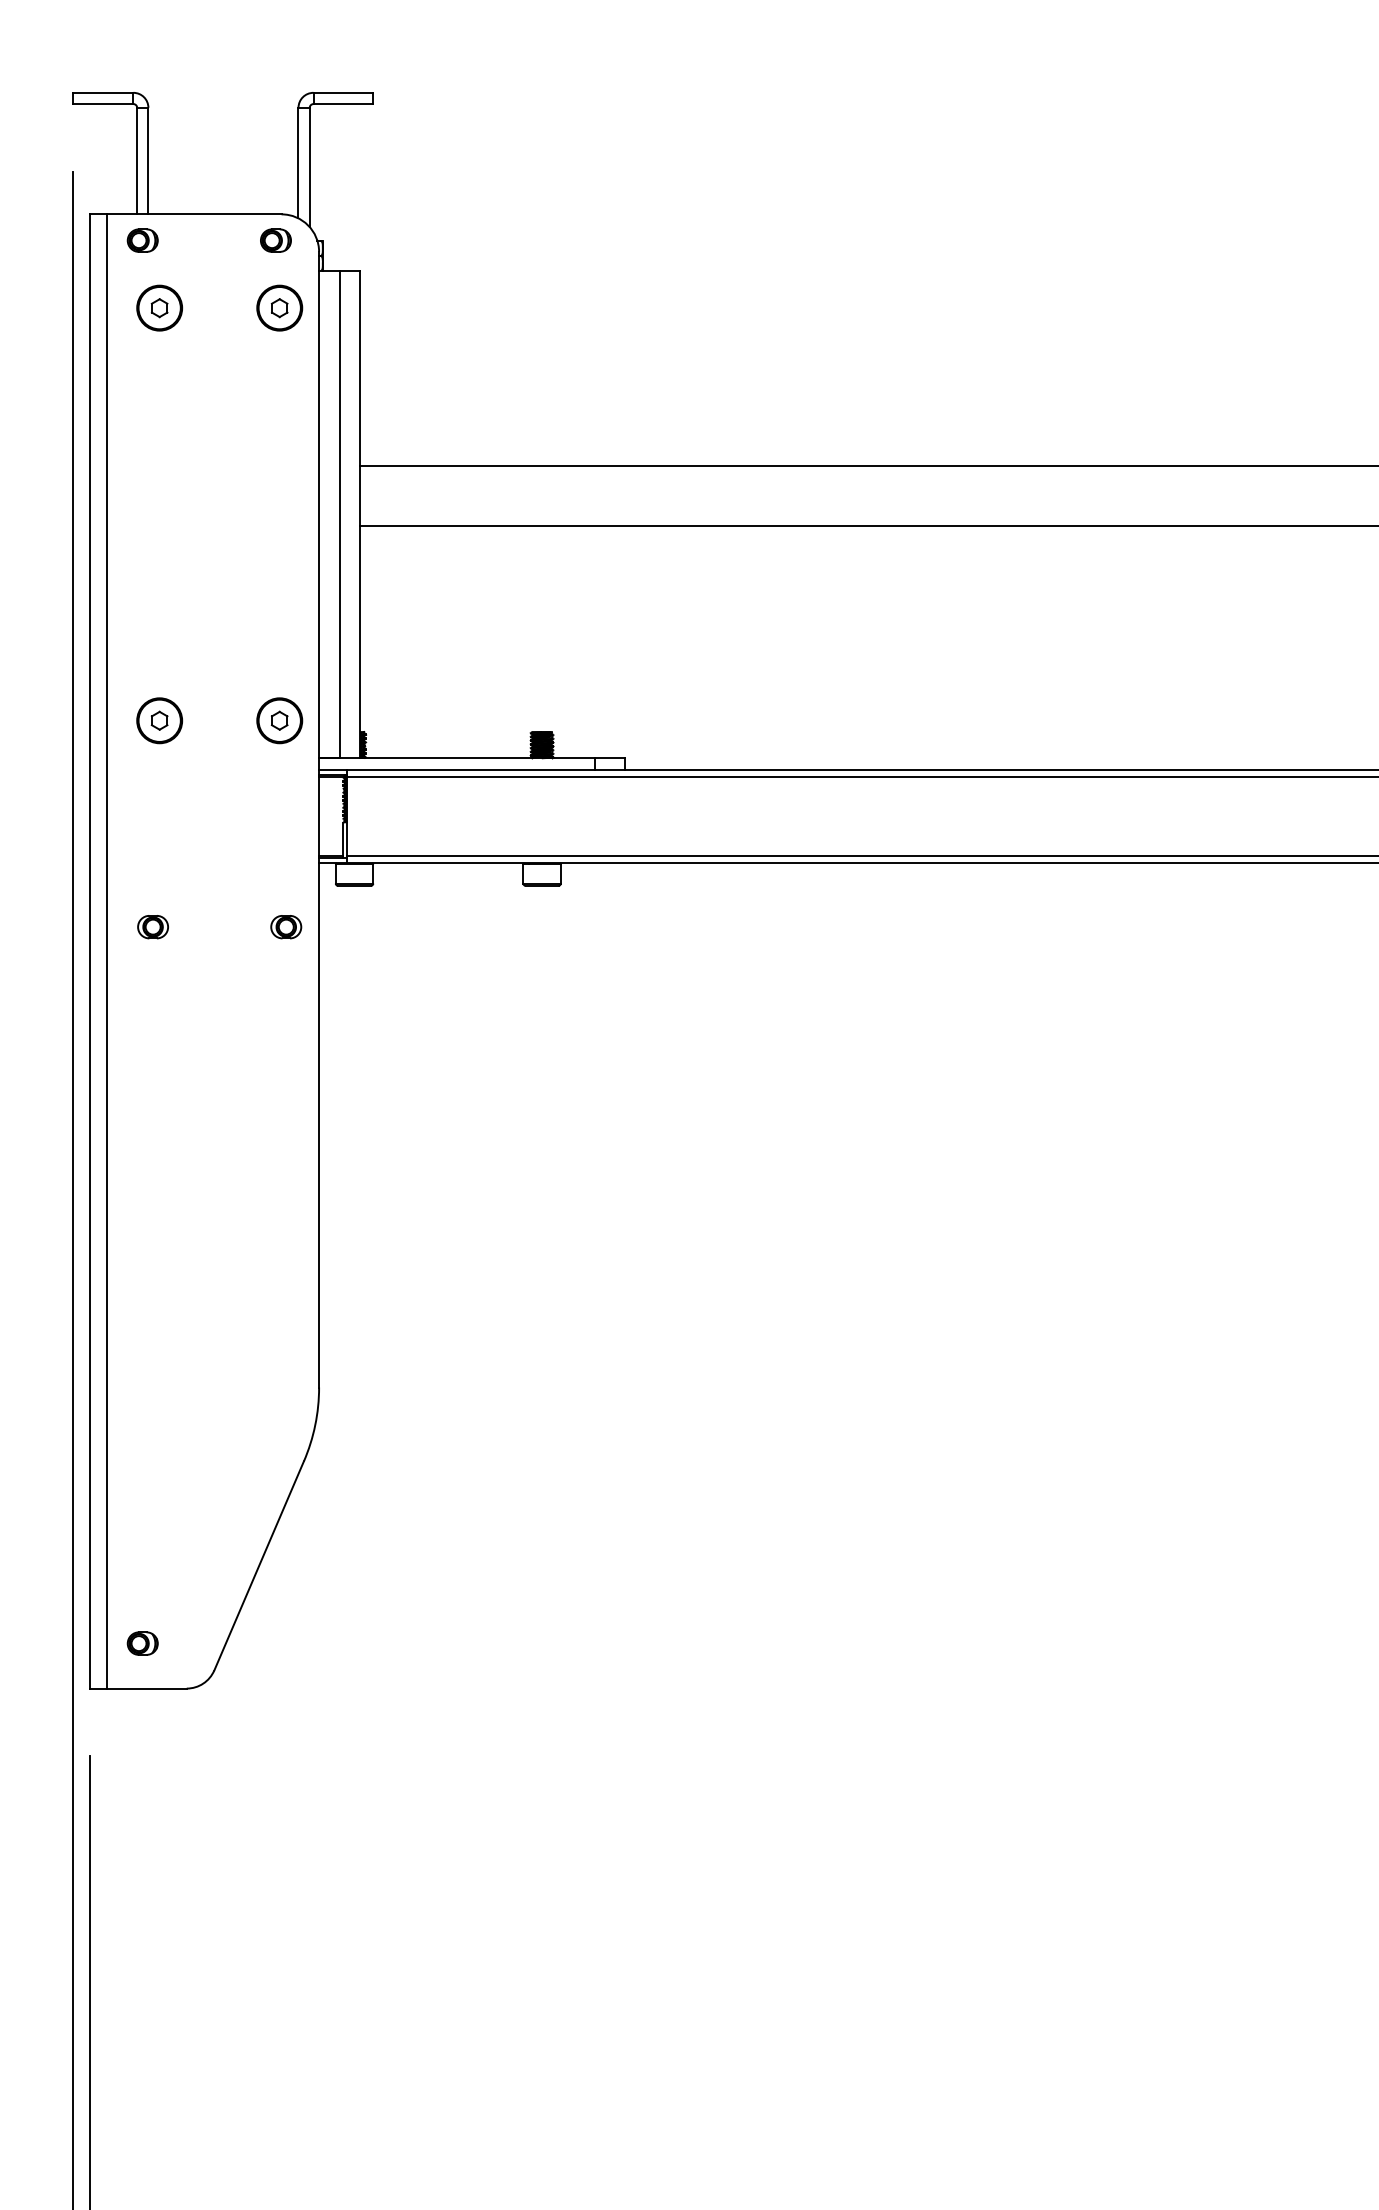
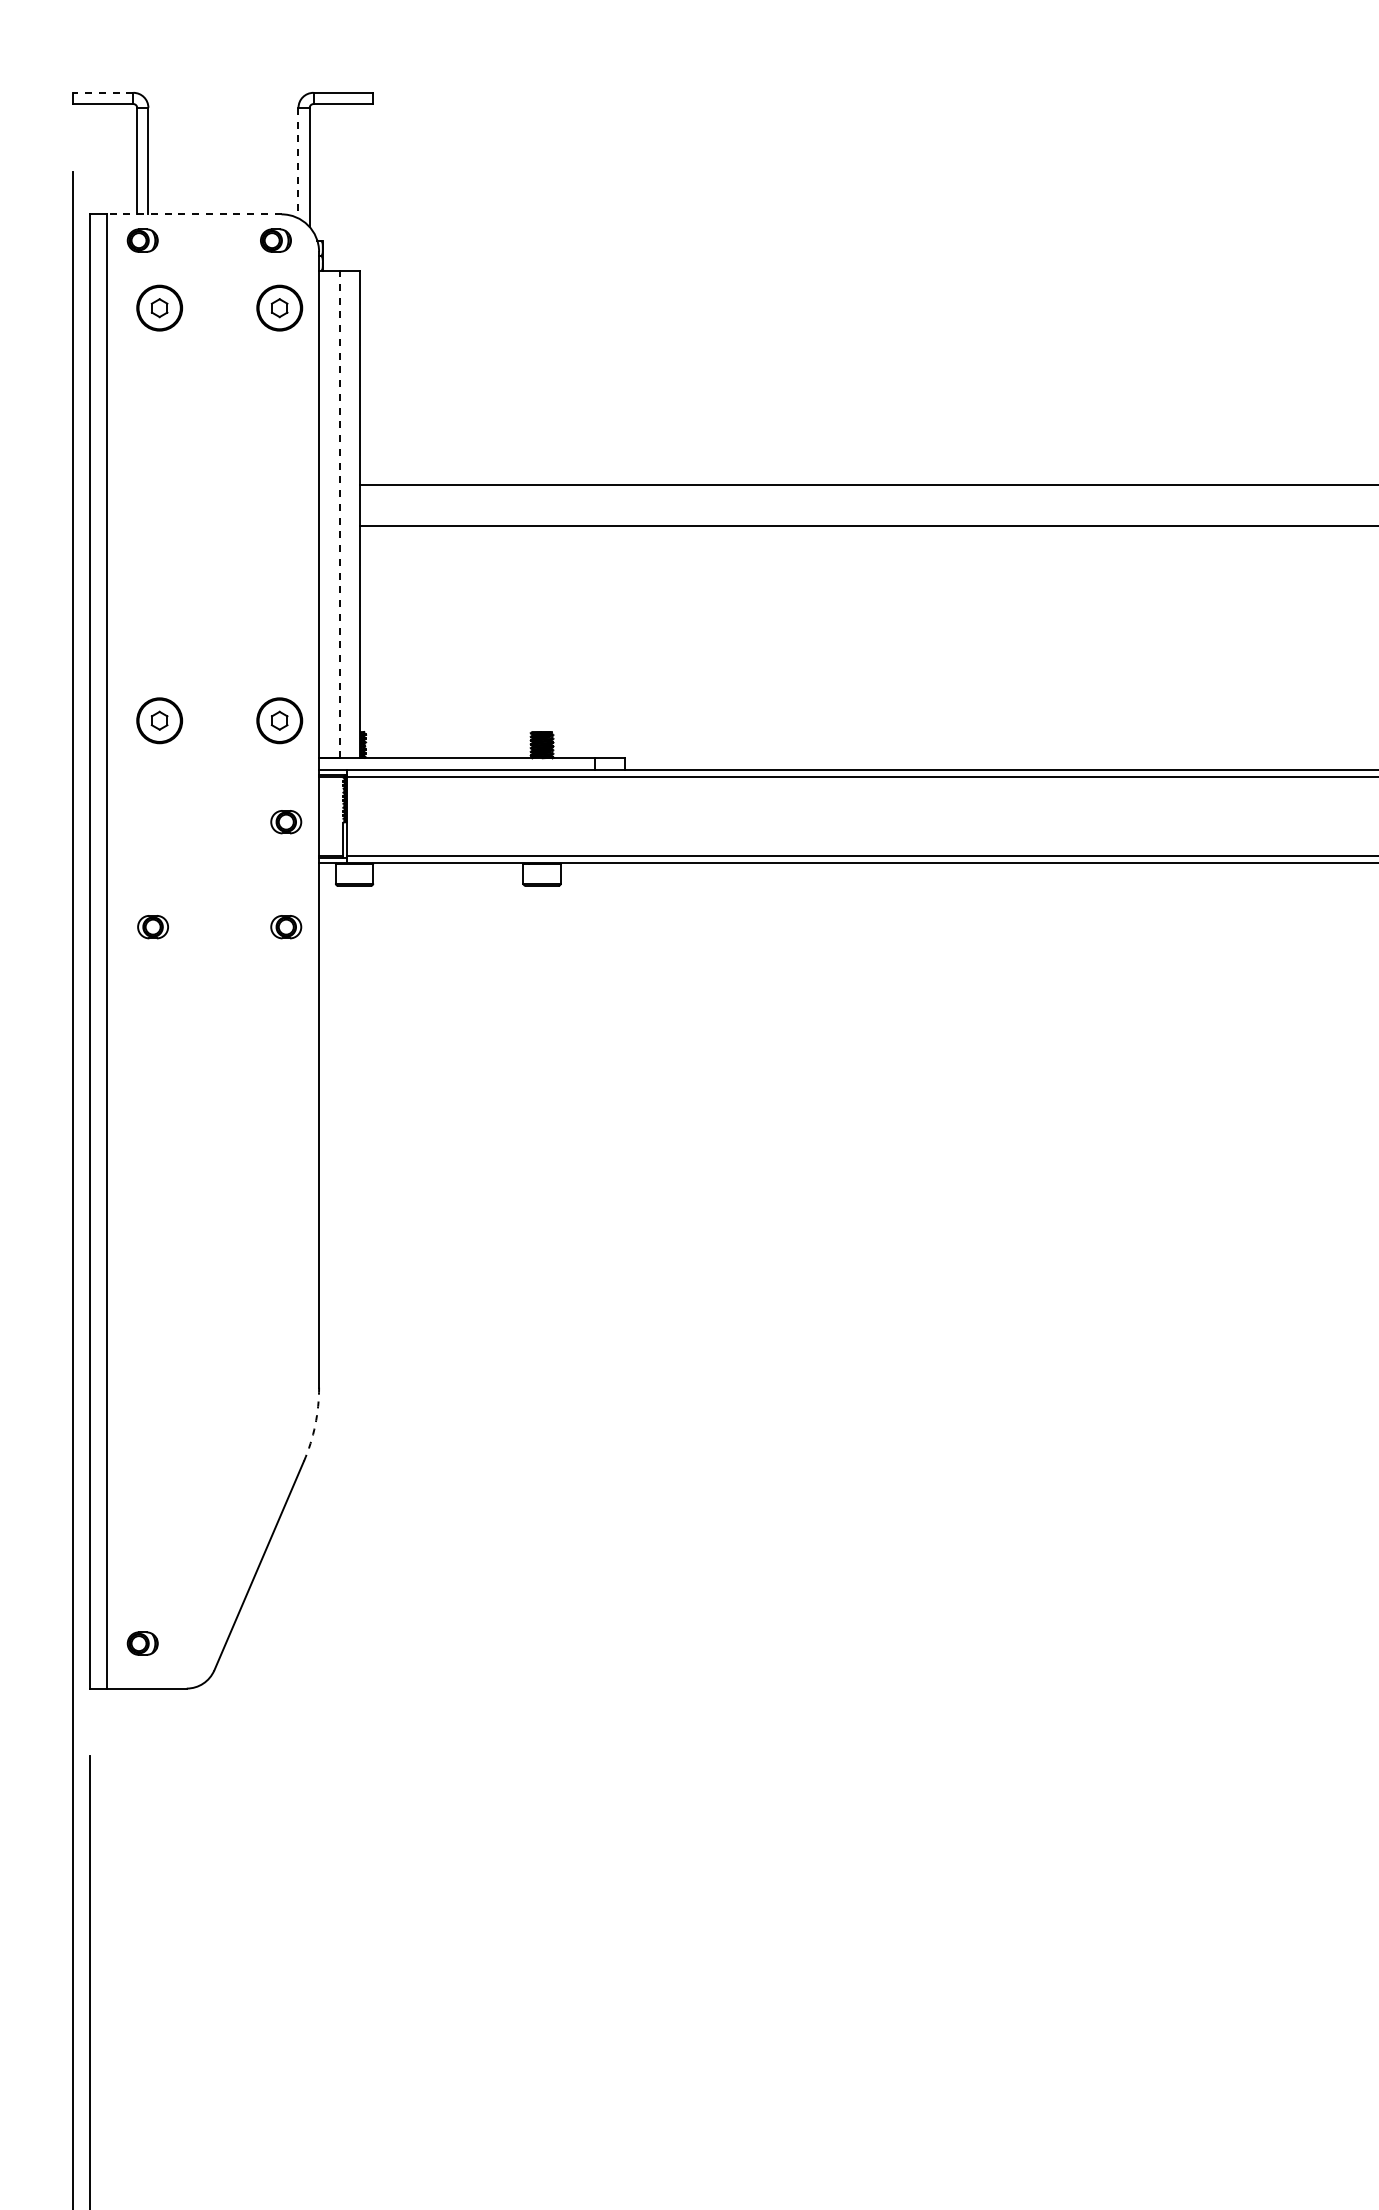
line at (102, 92): solid -> dashed
line at (298, 163): solid -> dashed
line at (193, 214): solid -> dashed
line at (867, 466) position: (867, 466) -> (867, 485)
line at (339, 514): solid -> dashed
part at (286, 822): none -> present
arc at (315, 1425): solid -> dashed
